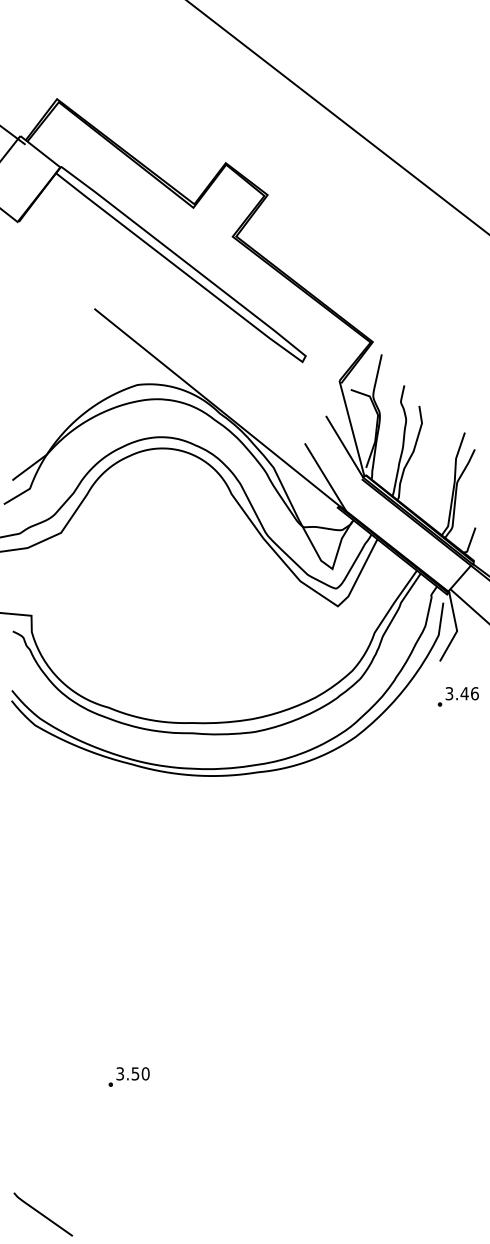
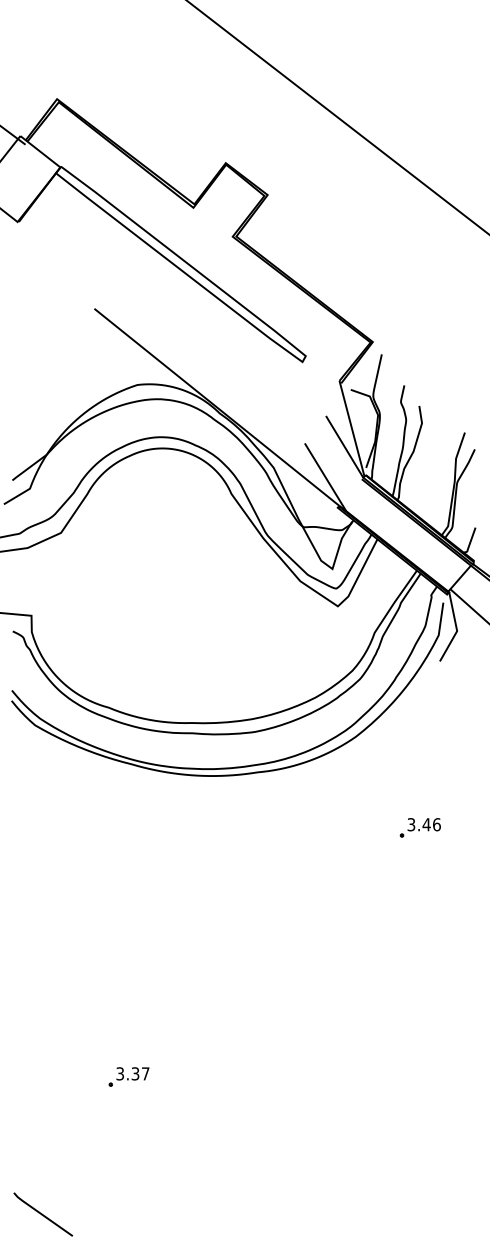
part at (457, 696) position: (457, 696) -> (419, 827)
text at (140, 1073): 3.50 -> 3.37
